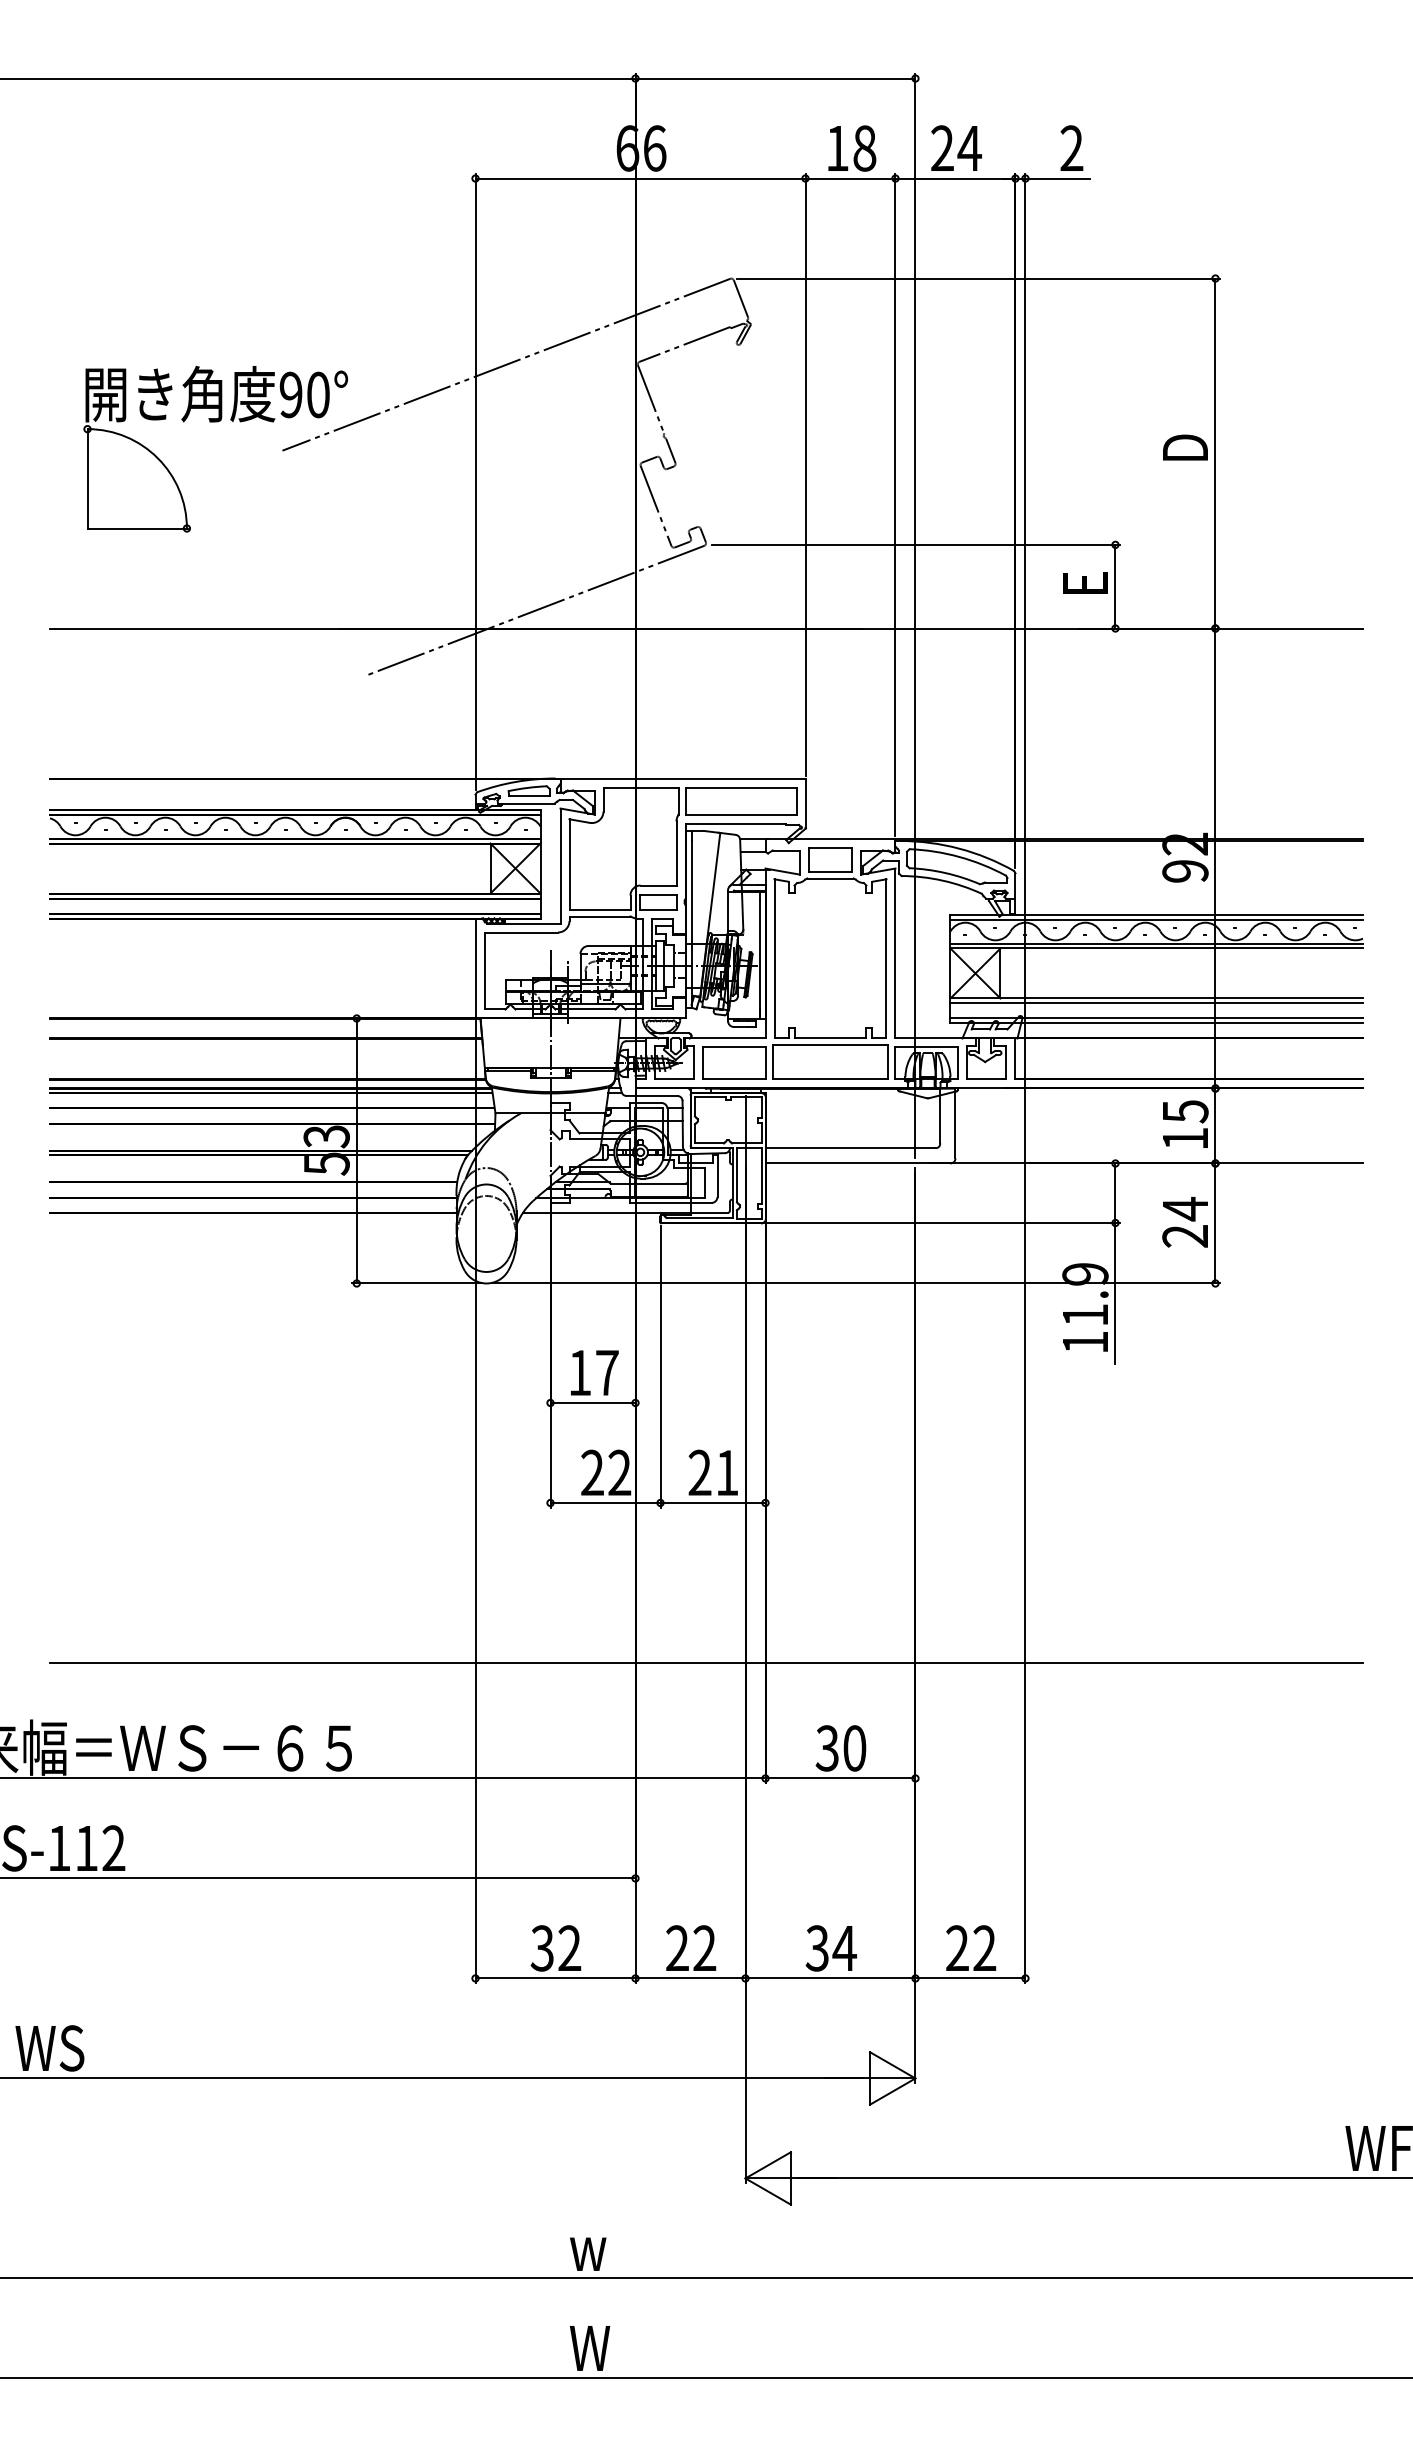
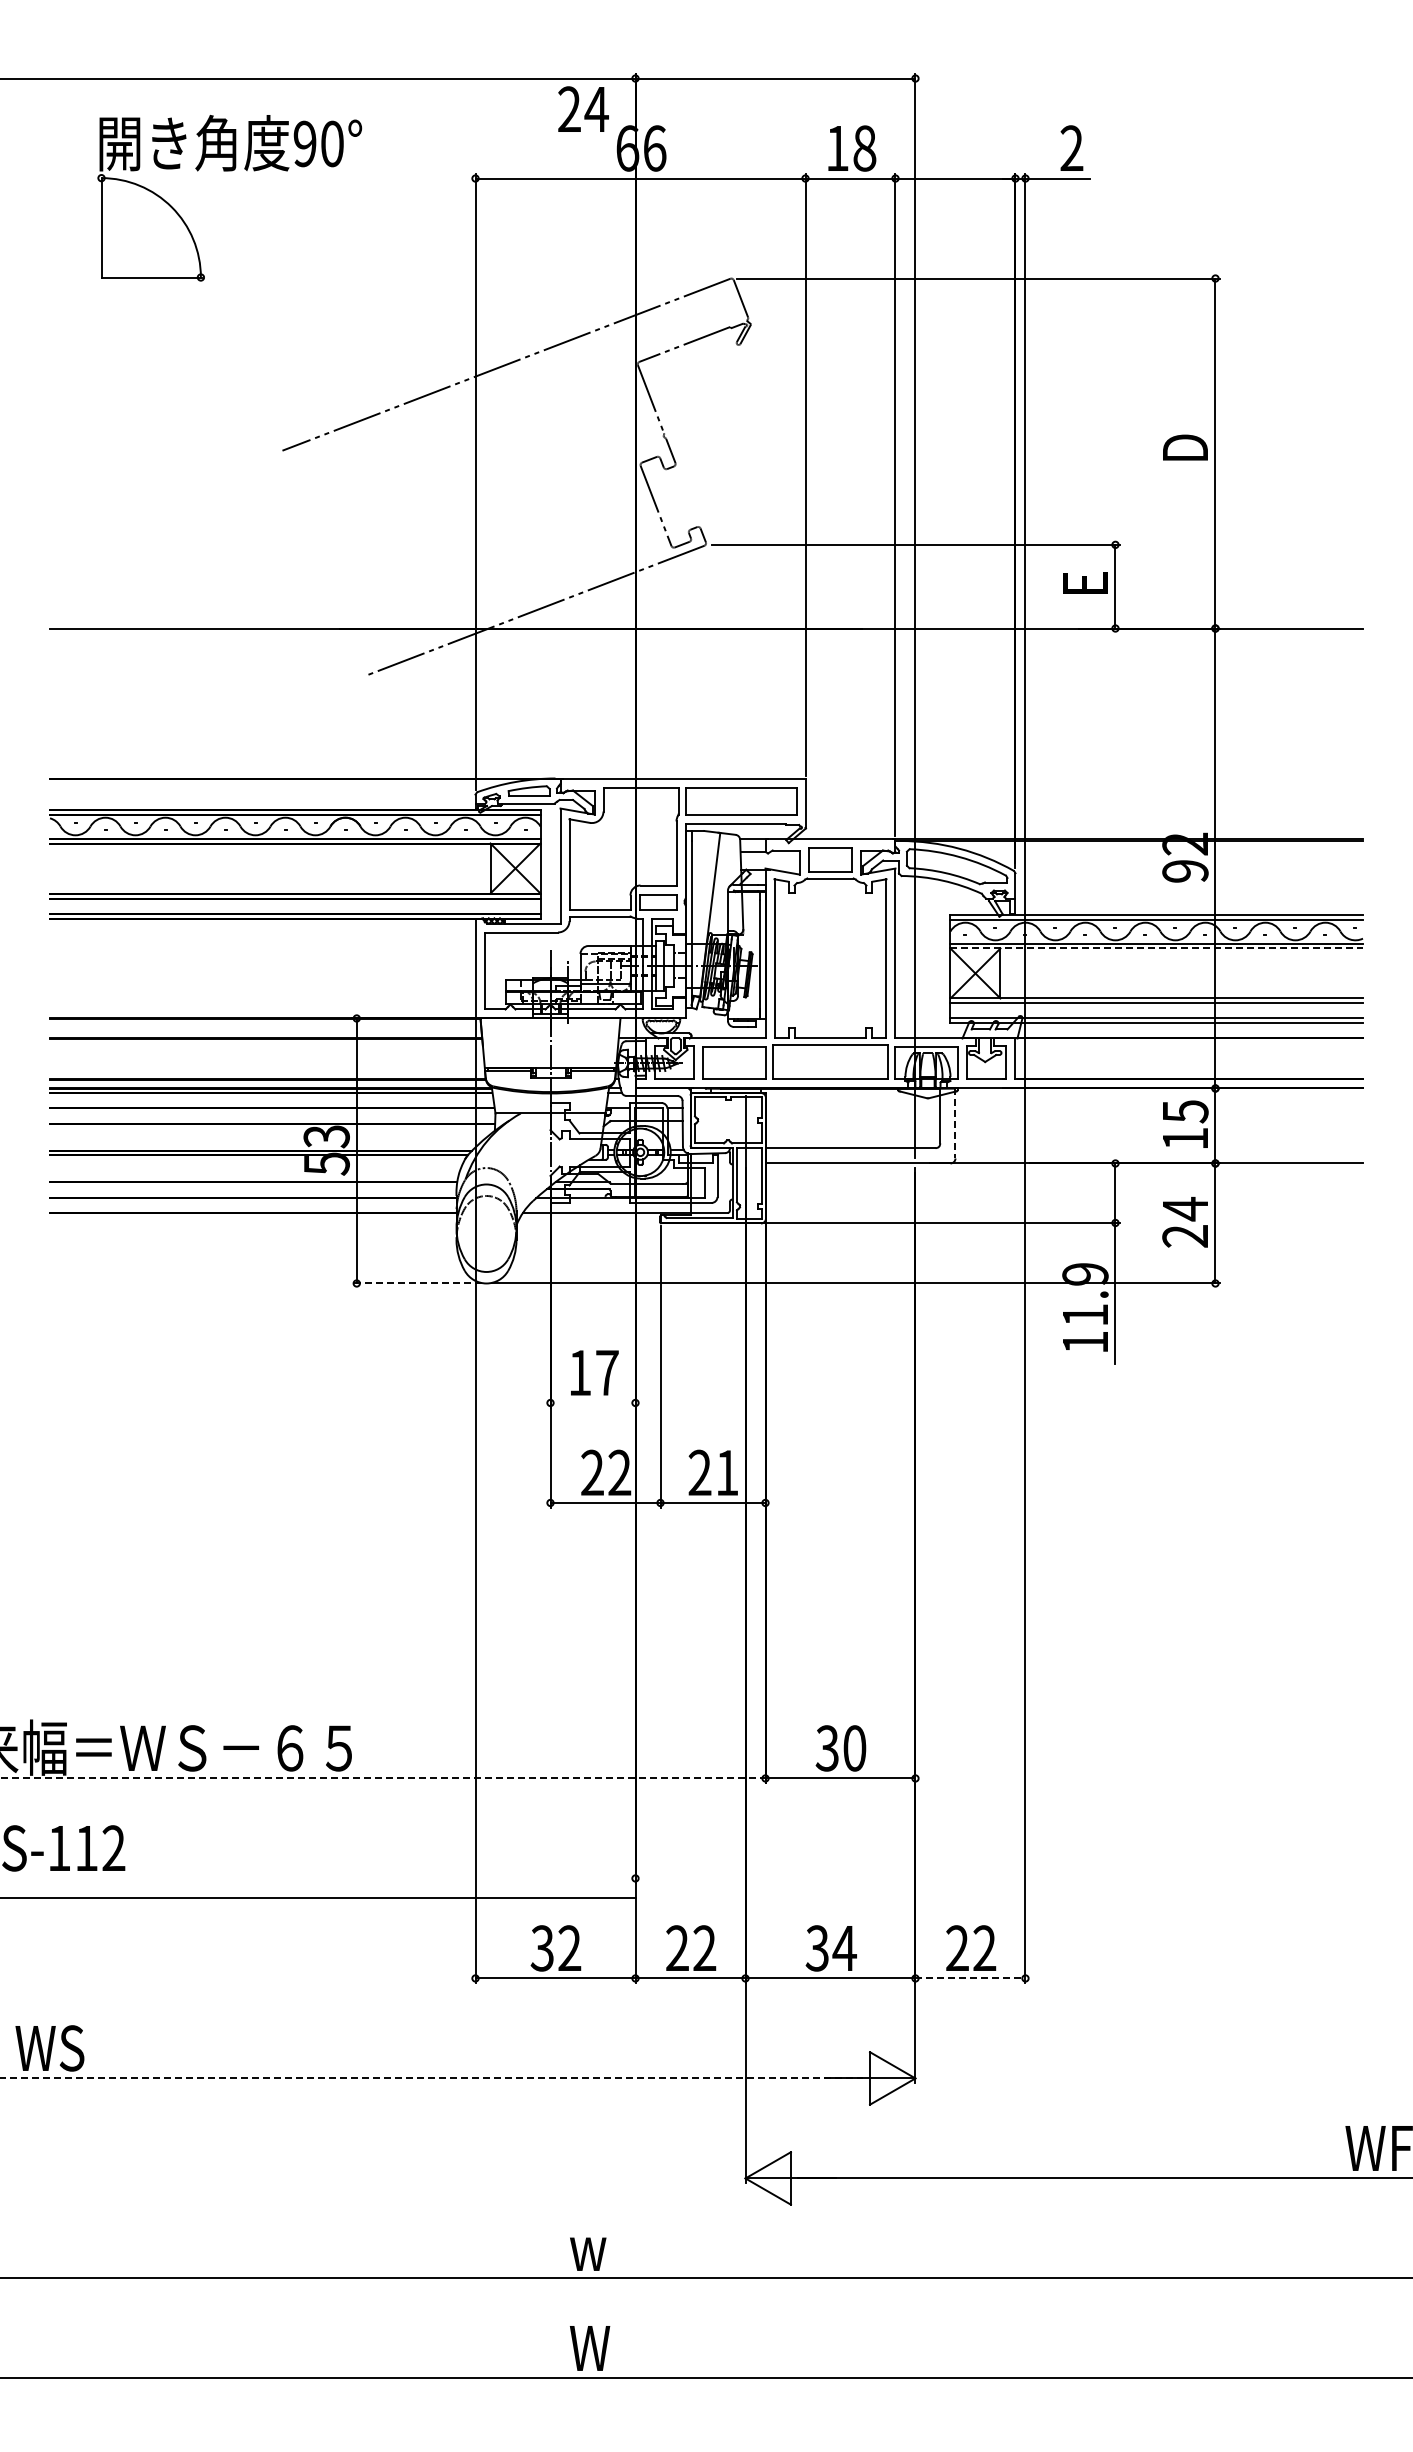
text at (956, 147) position: (956, 147) -> (583, 108)
part at (215, 422) position: (215, 422) -> (229, 171)
line at (1157, 948): solid -> dashed
line at (955, 1123): solid -> dashed
line at (416, 1283): solid -> dashed
line at (592, 1402): present -> none
line at (706, 1663): present -> none
line at (383, 1778): solid -> dashed
line at (318, 1878) position: (318, 1878) -> (318, 1898)
line at (970, 1978): solid -> dashed
line at (432, 2078): solid -> dashed
